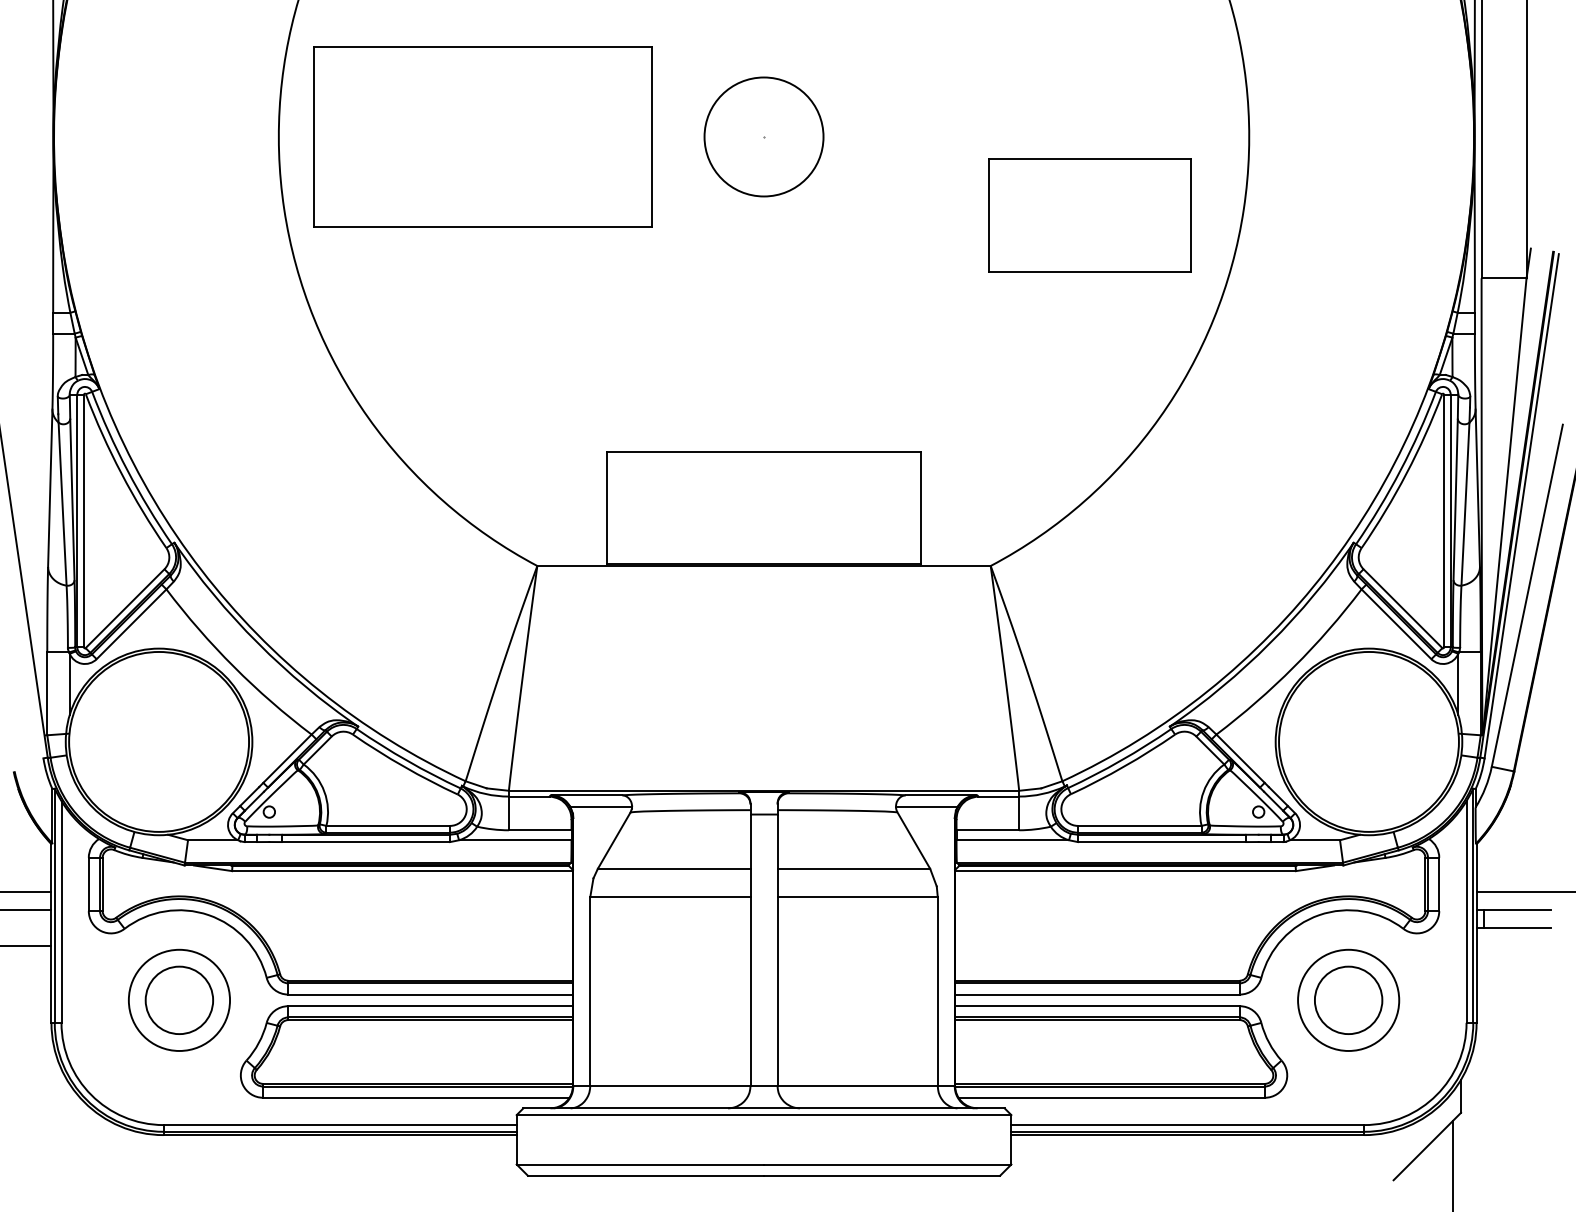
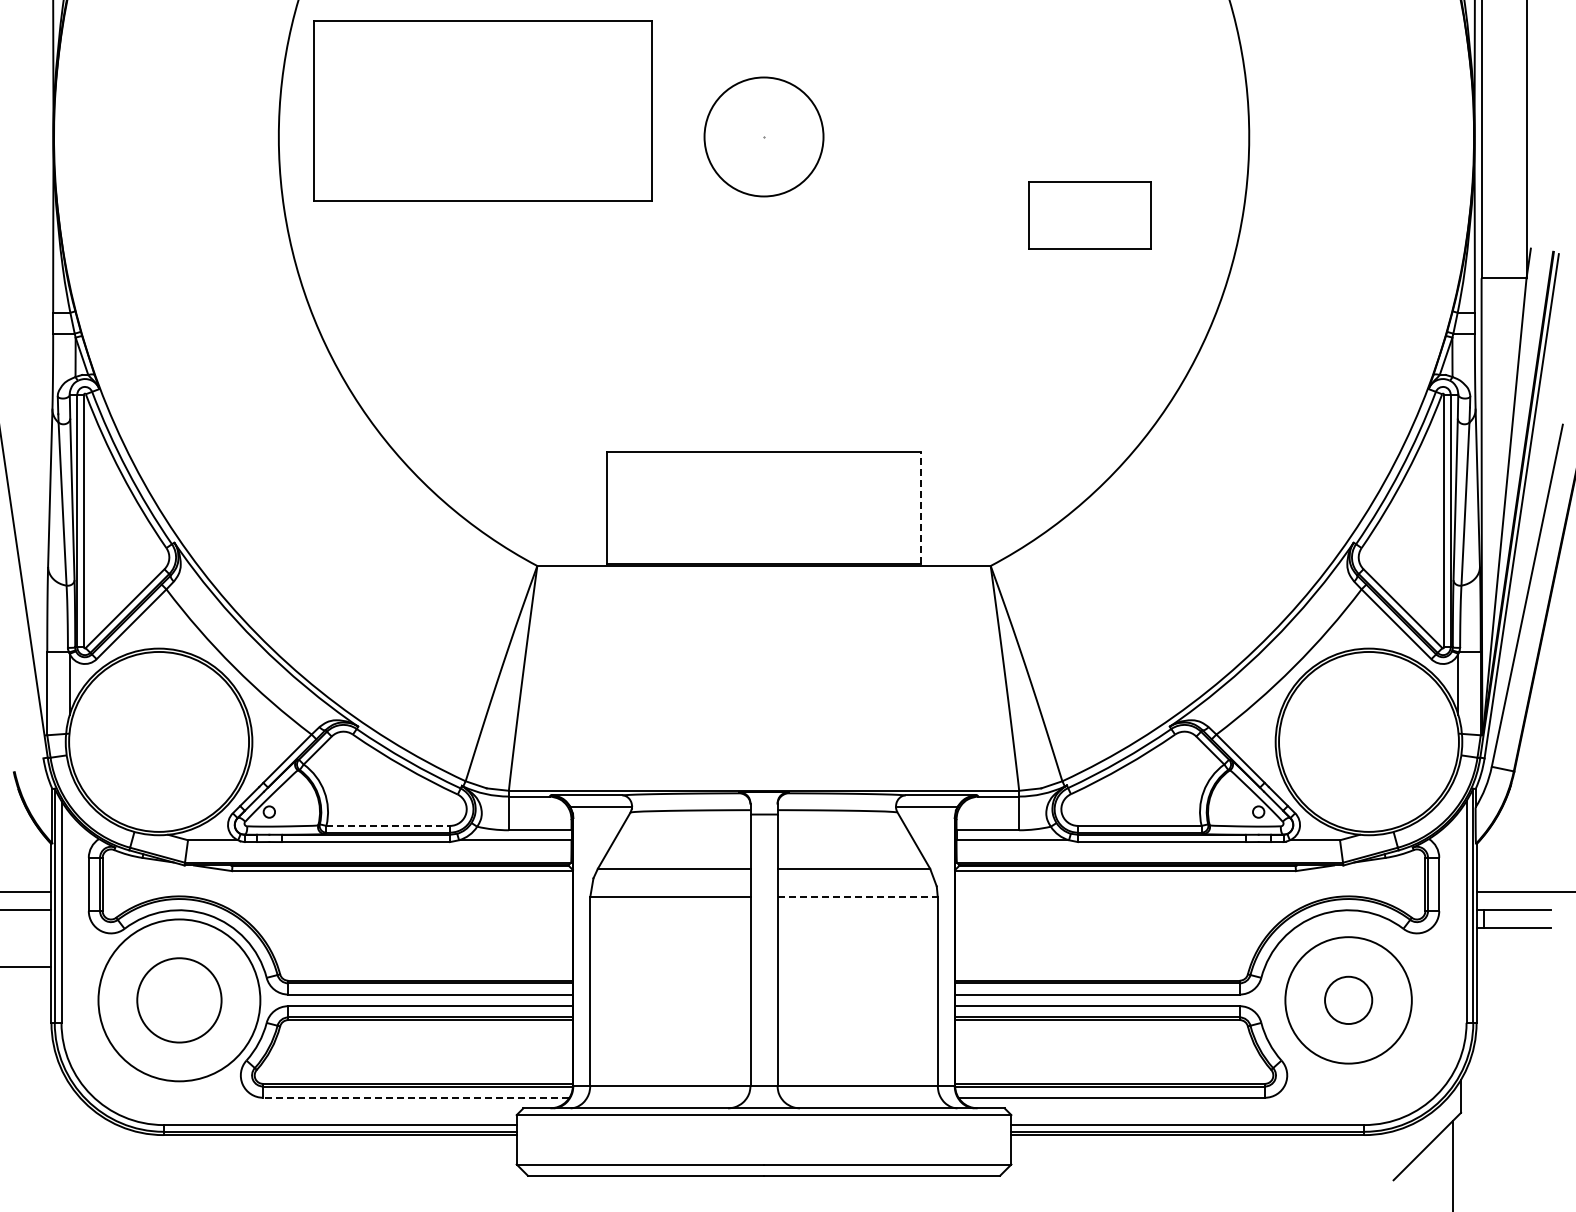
part at (482, 136) position: (482, 136) -> (482, 110)
part at (1089, 215) size: 204x115 px -> 124x69 px
line at (921, 507): solid -> dashed
line at (388, 825): solid -> dashed
line at (858, 896): solid -> dashed
line at (26, 946) position: (26, 946) -> (26, 967)
circle at (179, 999) diameter: 101 px -> 162 px
circle at (1348, 999) diameter: 101 px -> 126 px
circle at (179, 1000) diameter: 67 px -> 84 px
circle at (1348, 1000) diameter: 67 px -> 47 px
line at (415, 1097): solid -> dashed
